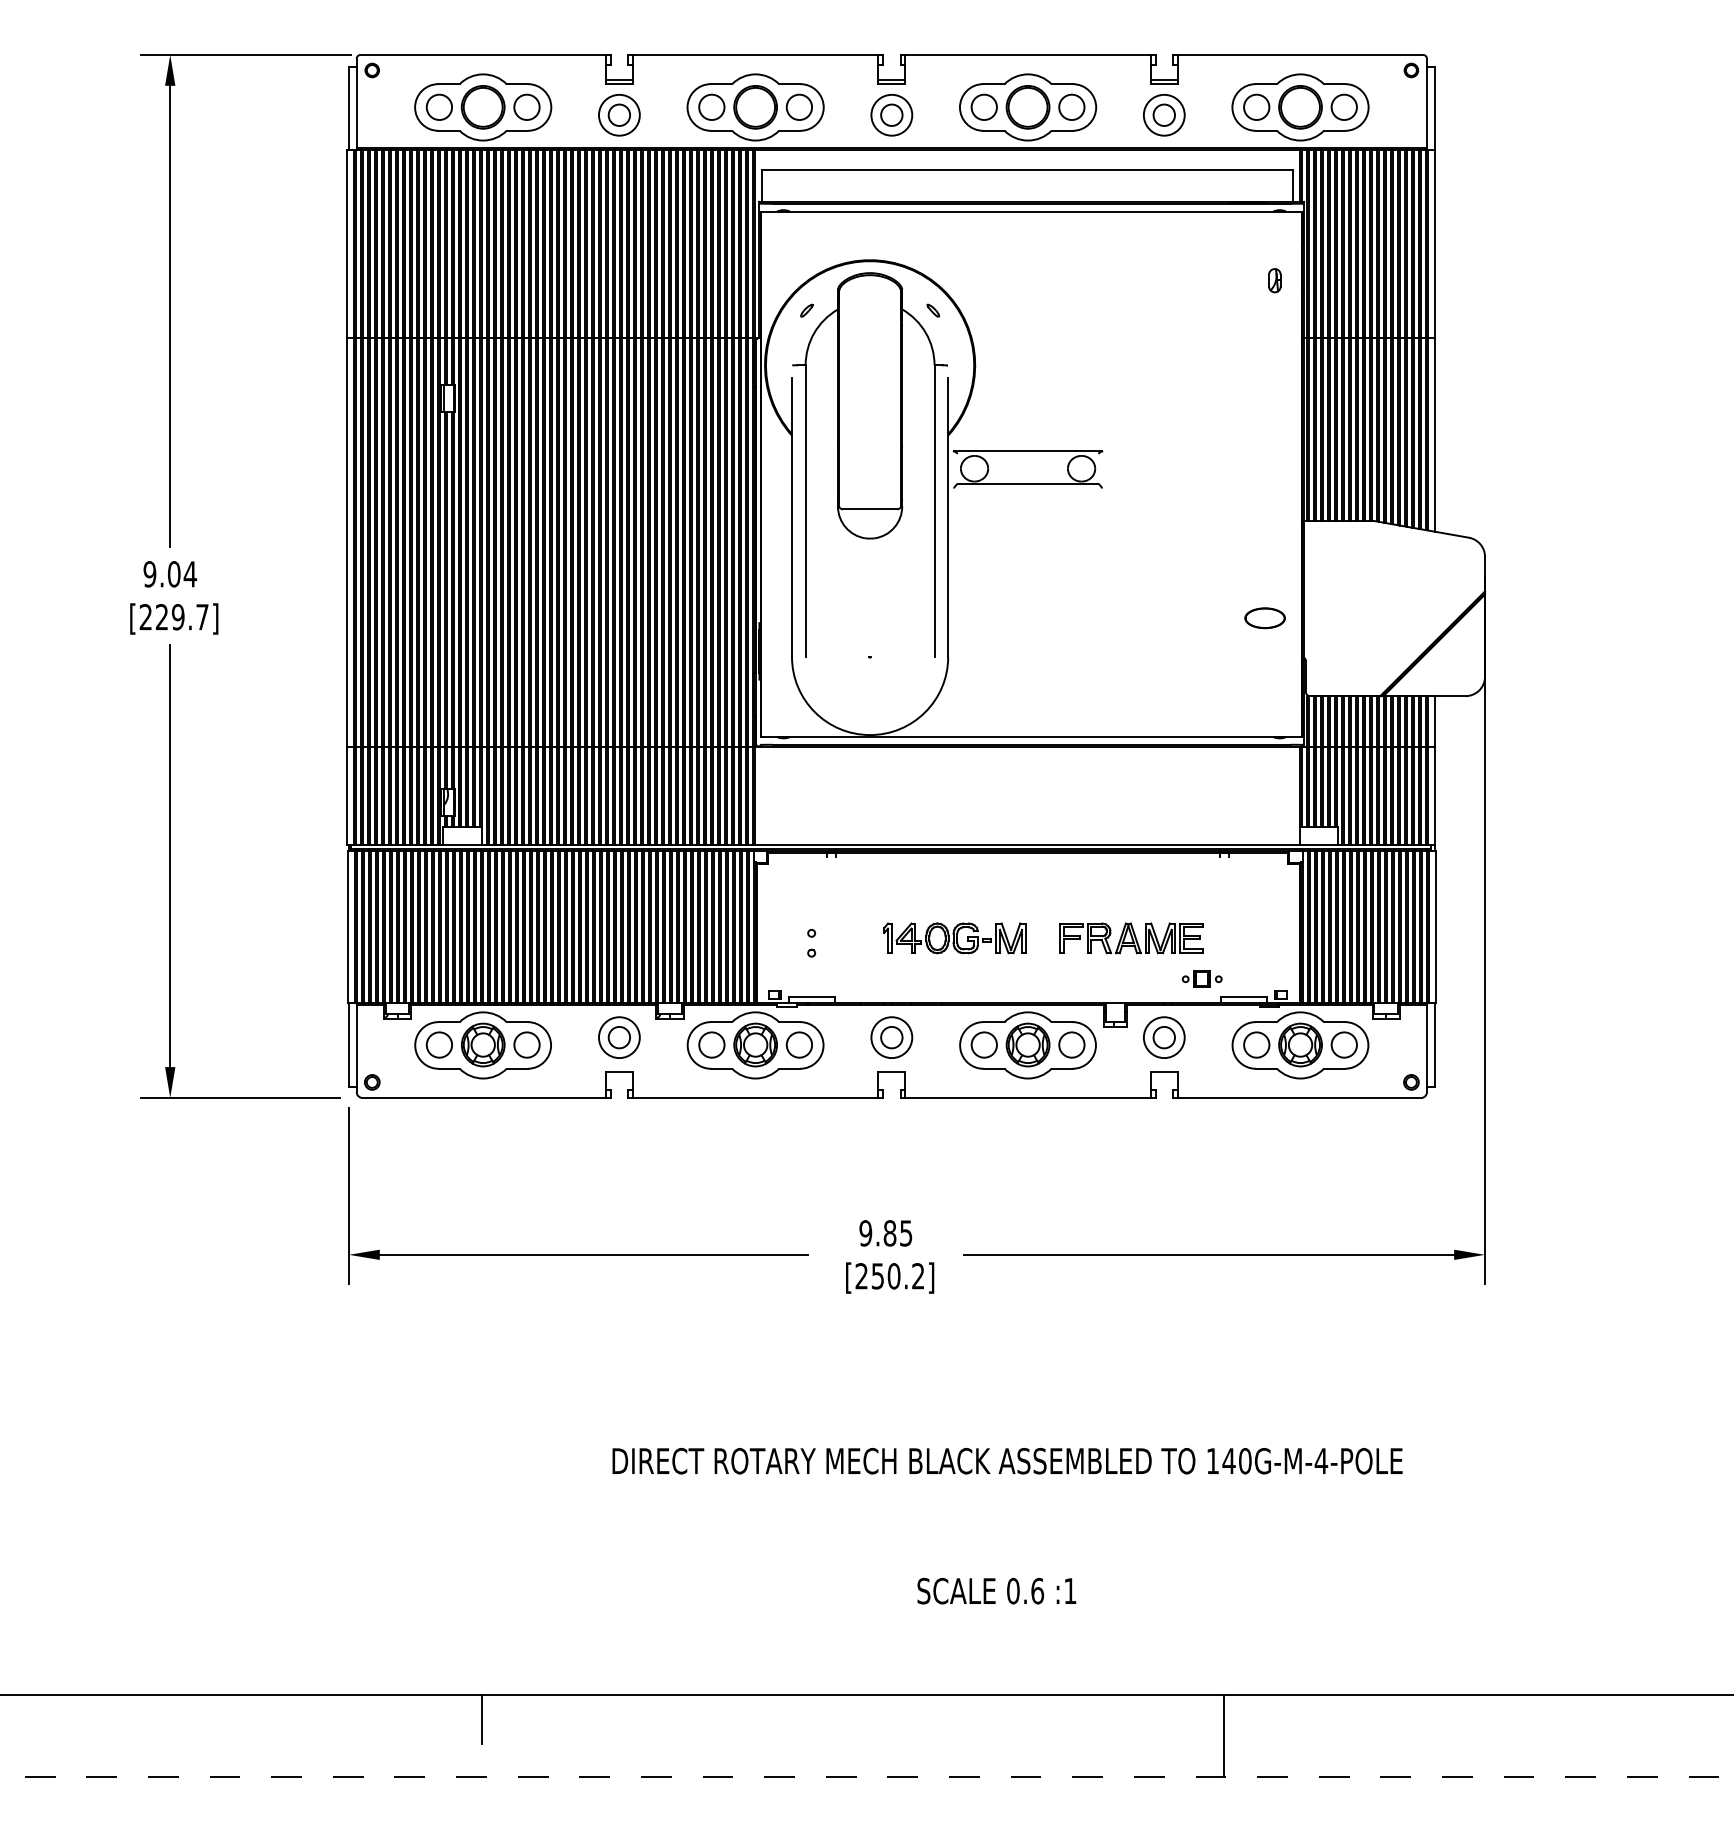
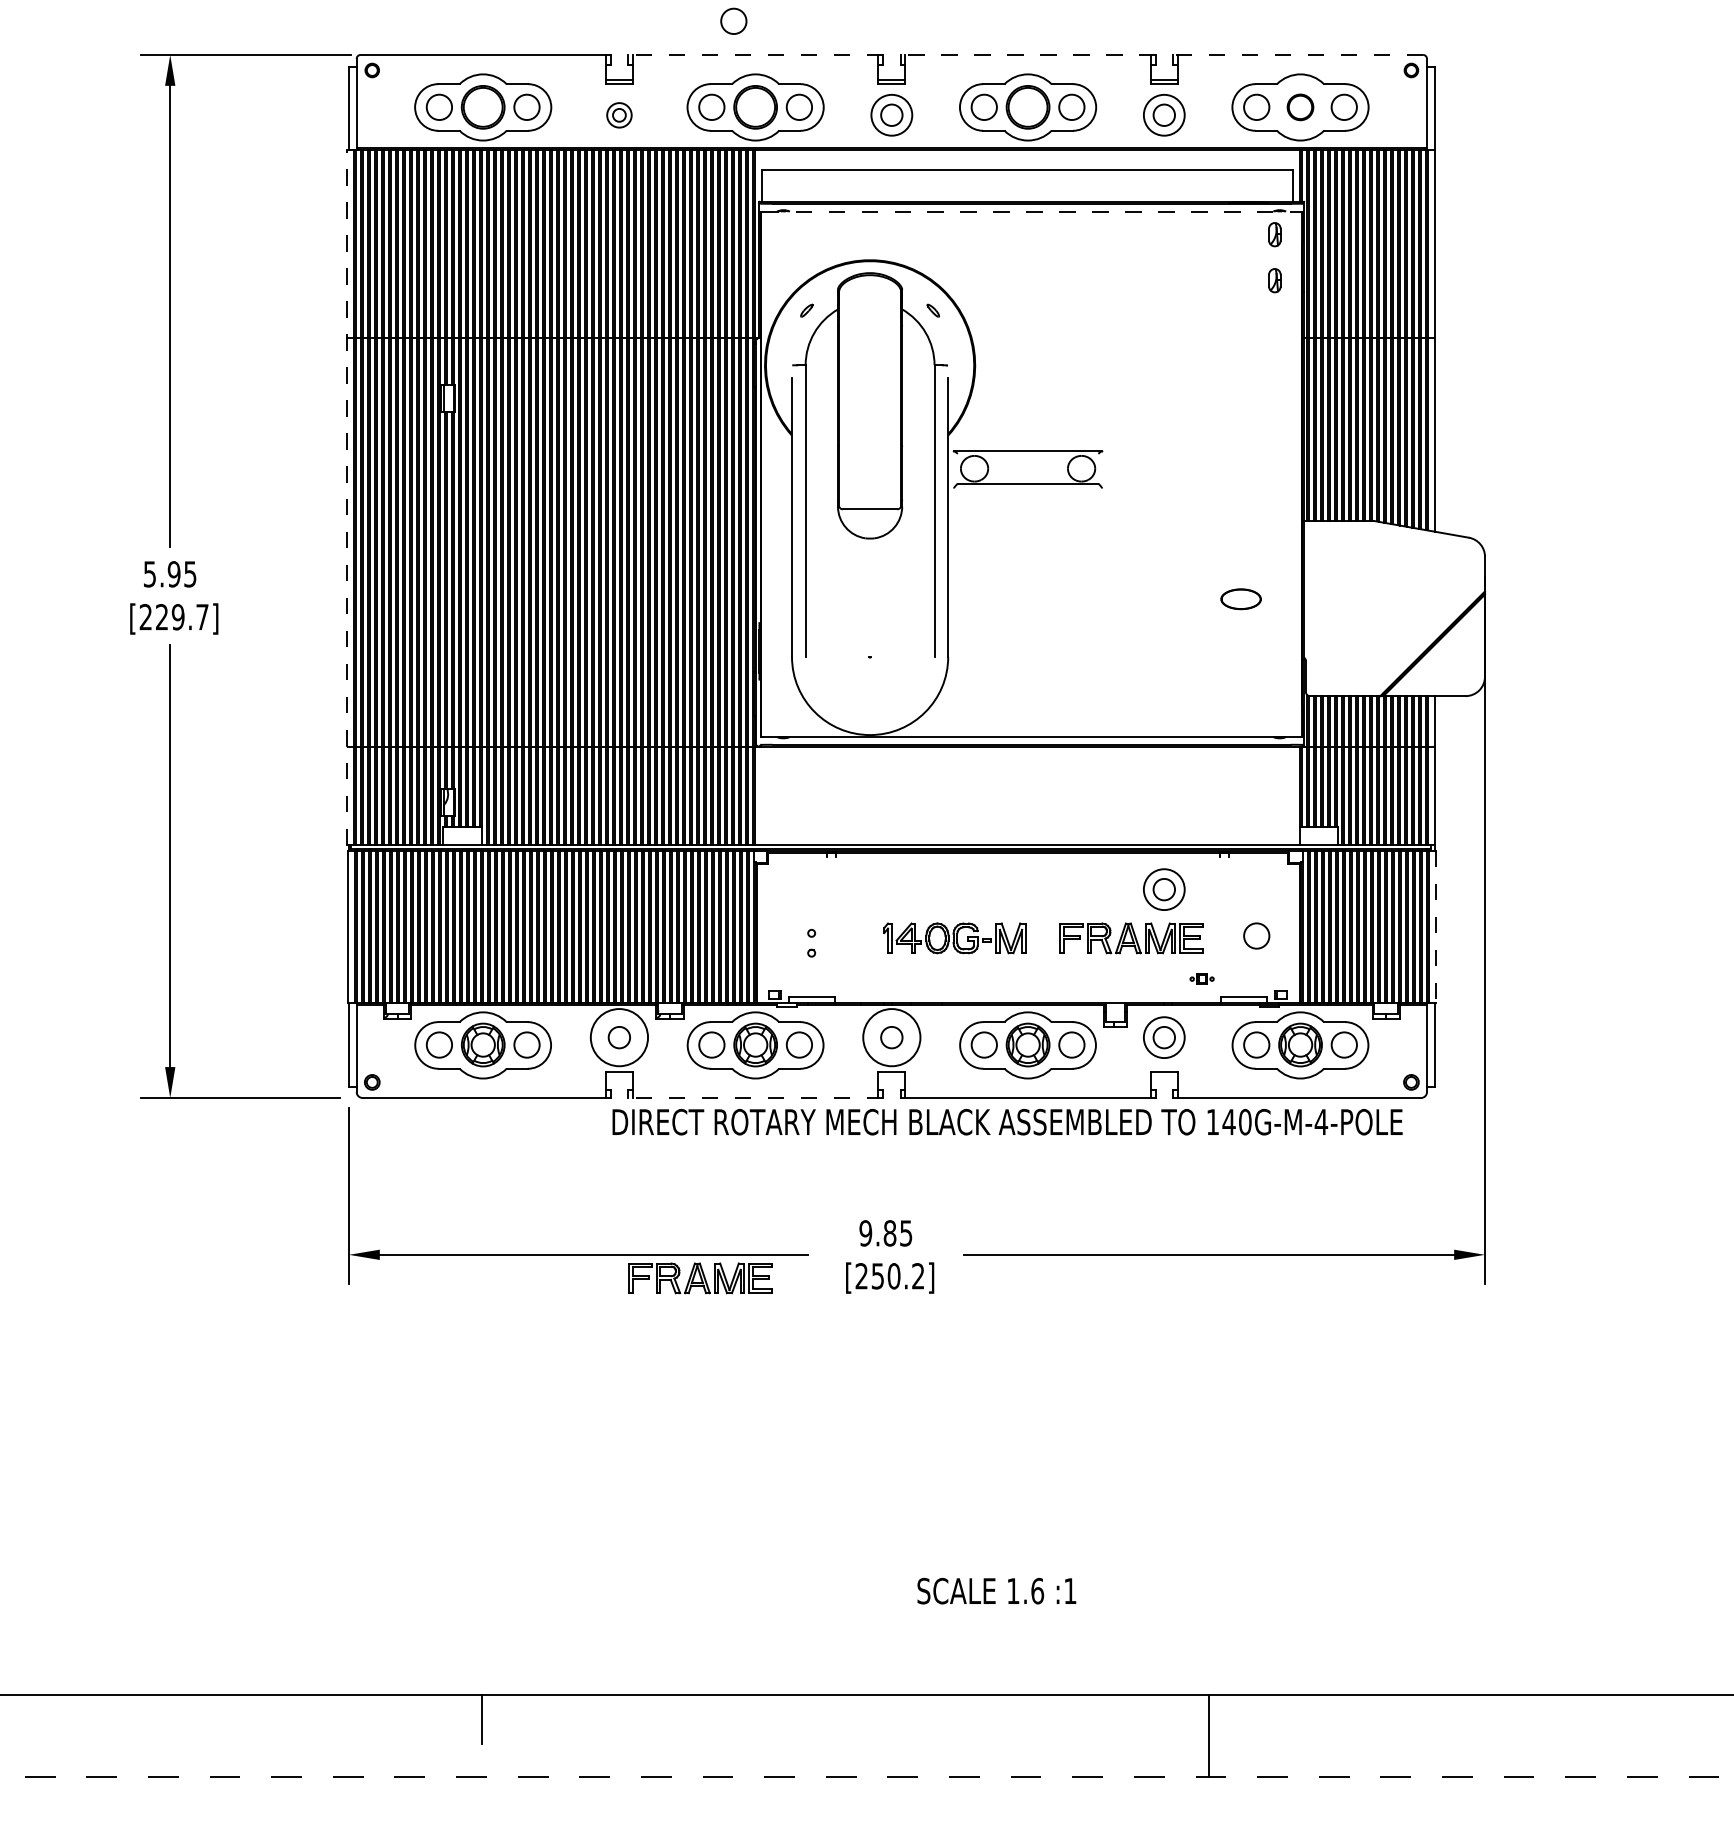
circle at (733, 20): none -> present
line at (755, 54): solid -> dashed
line at (1027, 54): solid -> dashed
line at (1297, 54): solid -> dashed
part at (1300, 107) size: 45x45 px -> 29x29 px
part at (619, 115) size: 43x43 px -> 27x27 px
line at (1031, 211): solid -> dashed
part at (1274, 234): none -> present
line at (347, 497): solid -> dashed
text at (170, 574): 9.04 -> 5.95
part at (1264, 618) position: (1264, 618) -> (1240, 599)
part at (1164, 889): none -> present
line at (1435, 926): solid -> dashed
circle at (1256, 935): none -> present
part at (1201, 978) size: 42x18 px -> 26x12 px
circle at (618, 1037) diameter: 41 px -> 57 px
circle at (891, 1037) diameter: 41 px -> 57 px
line at (755, 1097): solid -> dashed
part at (700, 1278): none -> present
text at (1007, 1461) position: (1007, 1461) -> (1007, 1122)
text at (1013, 1590): 0.6 -> 1.6
line at (1223, 1735) position: (1223, 1735) -> (1208, 1735)
